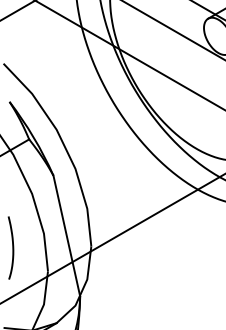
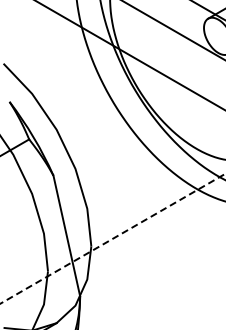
line at (17, 10): present -> none
line at (112, 238): solid -> dashed
curve at (12, 247): present -> none
